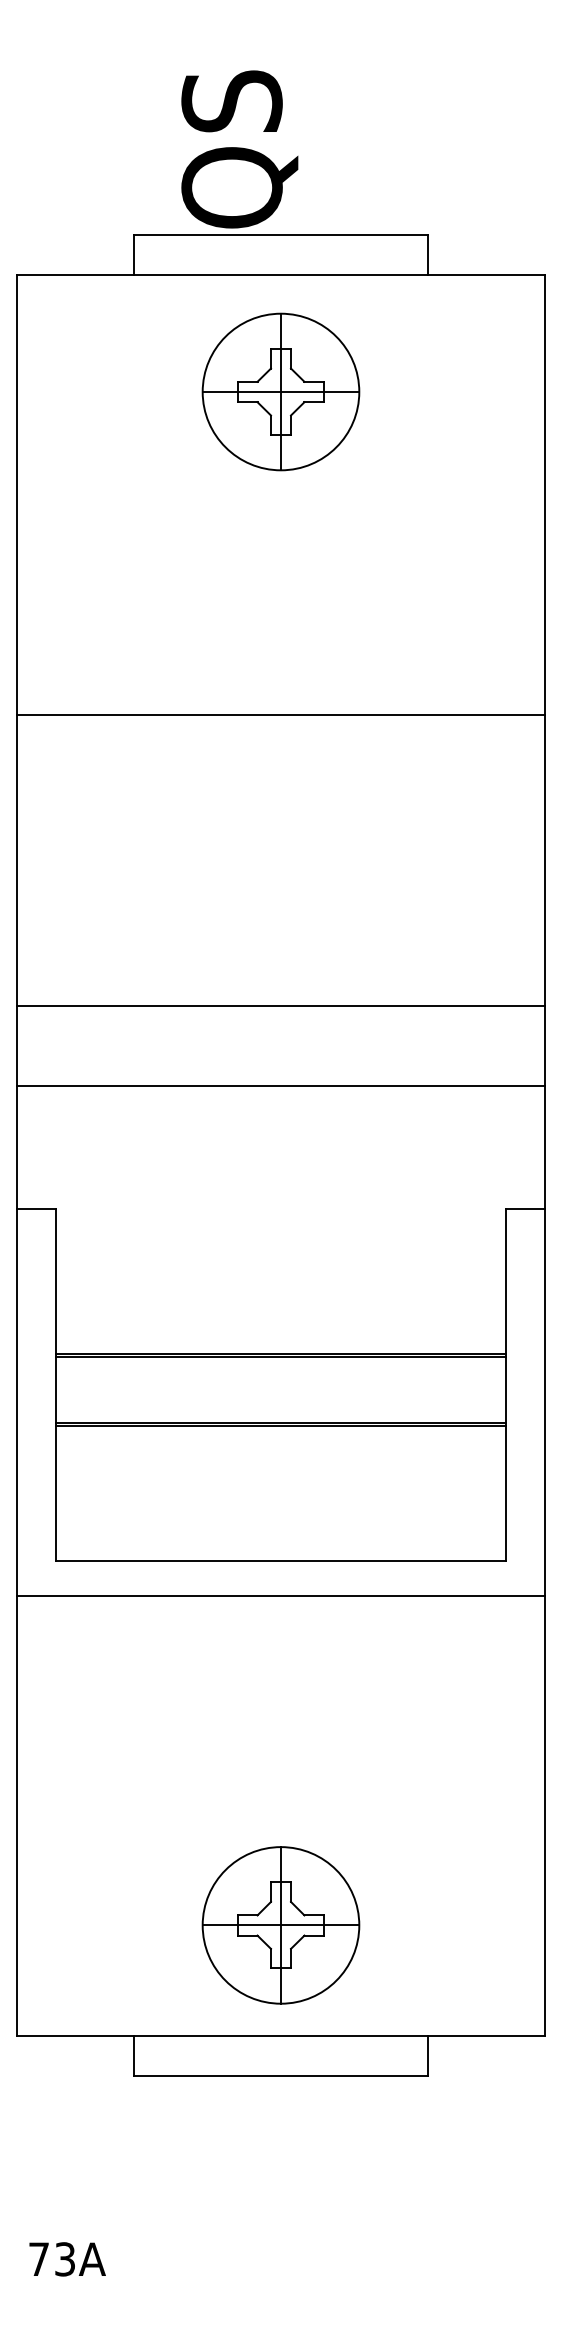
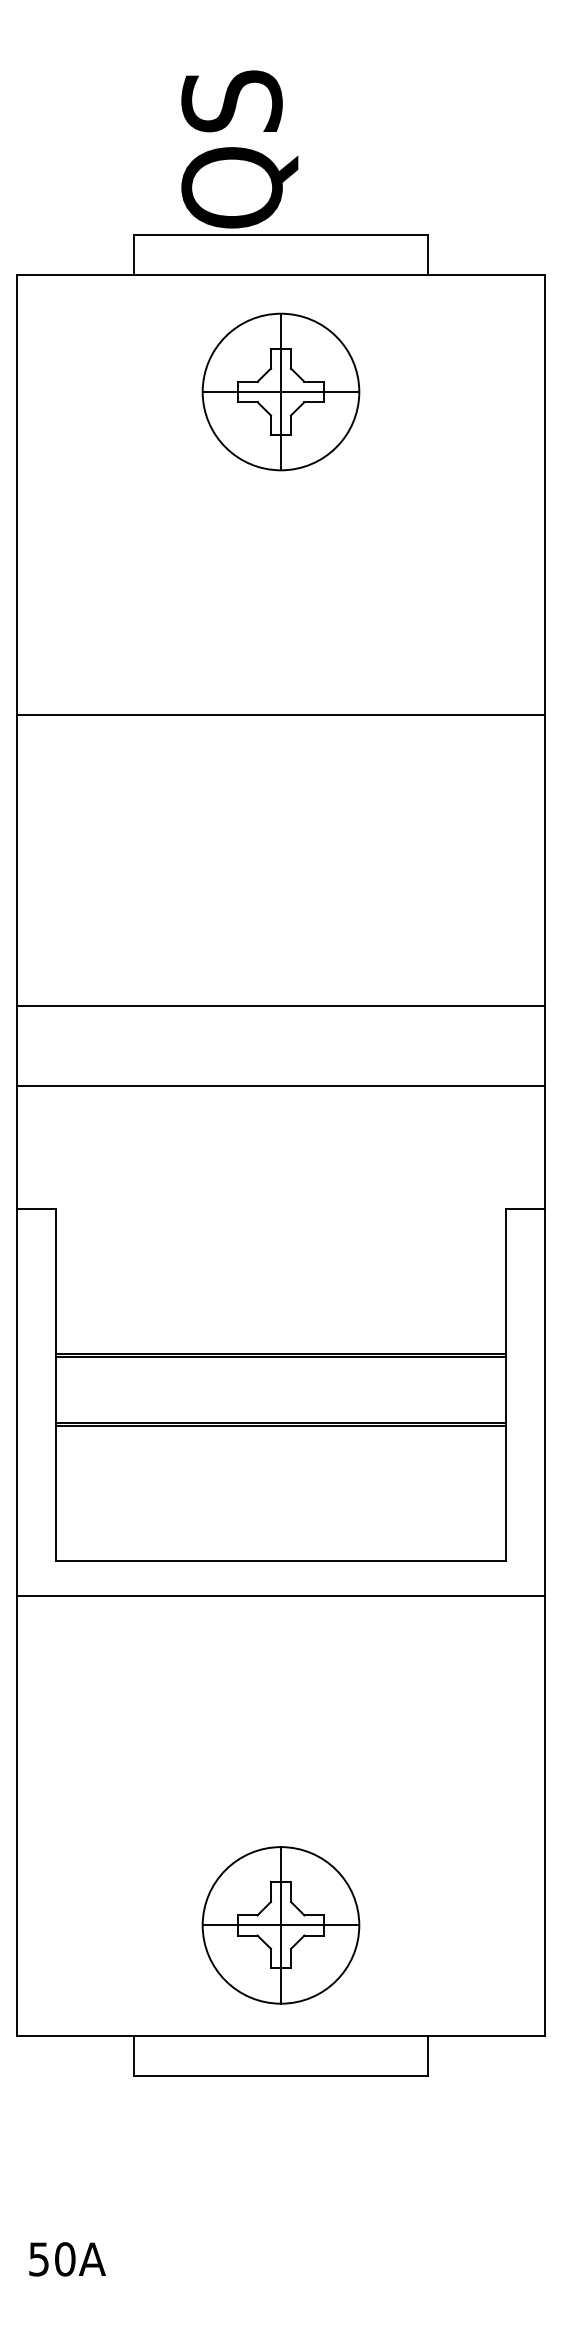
text at (52, 2259): 73A -> 50A
